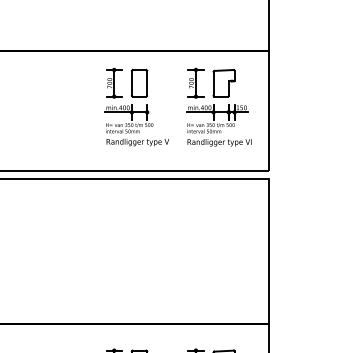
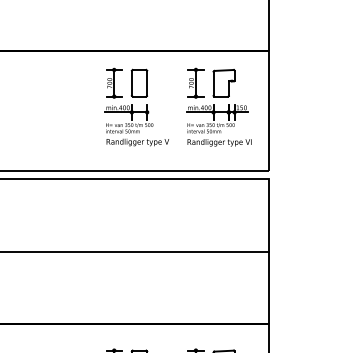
line at (135, 251): none -> present
